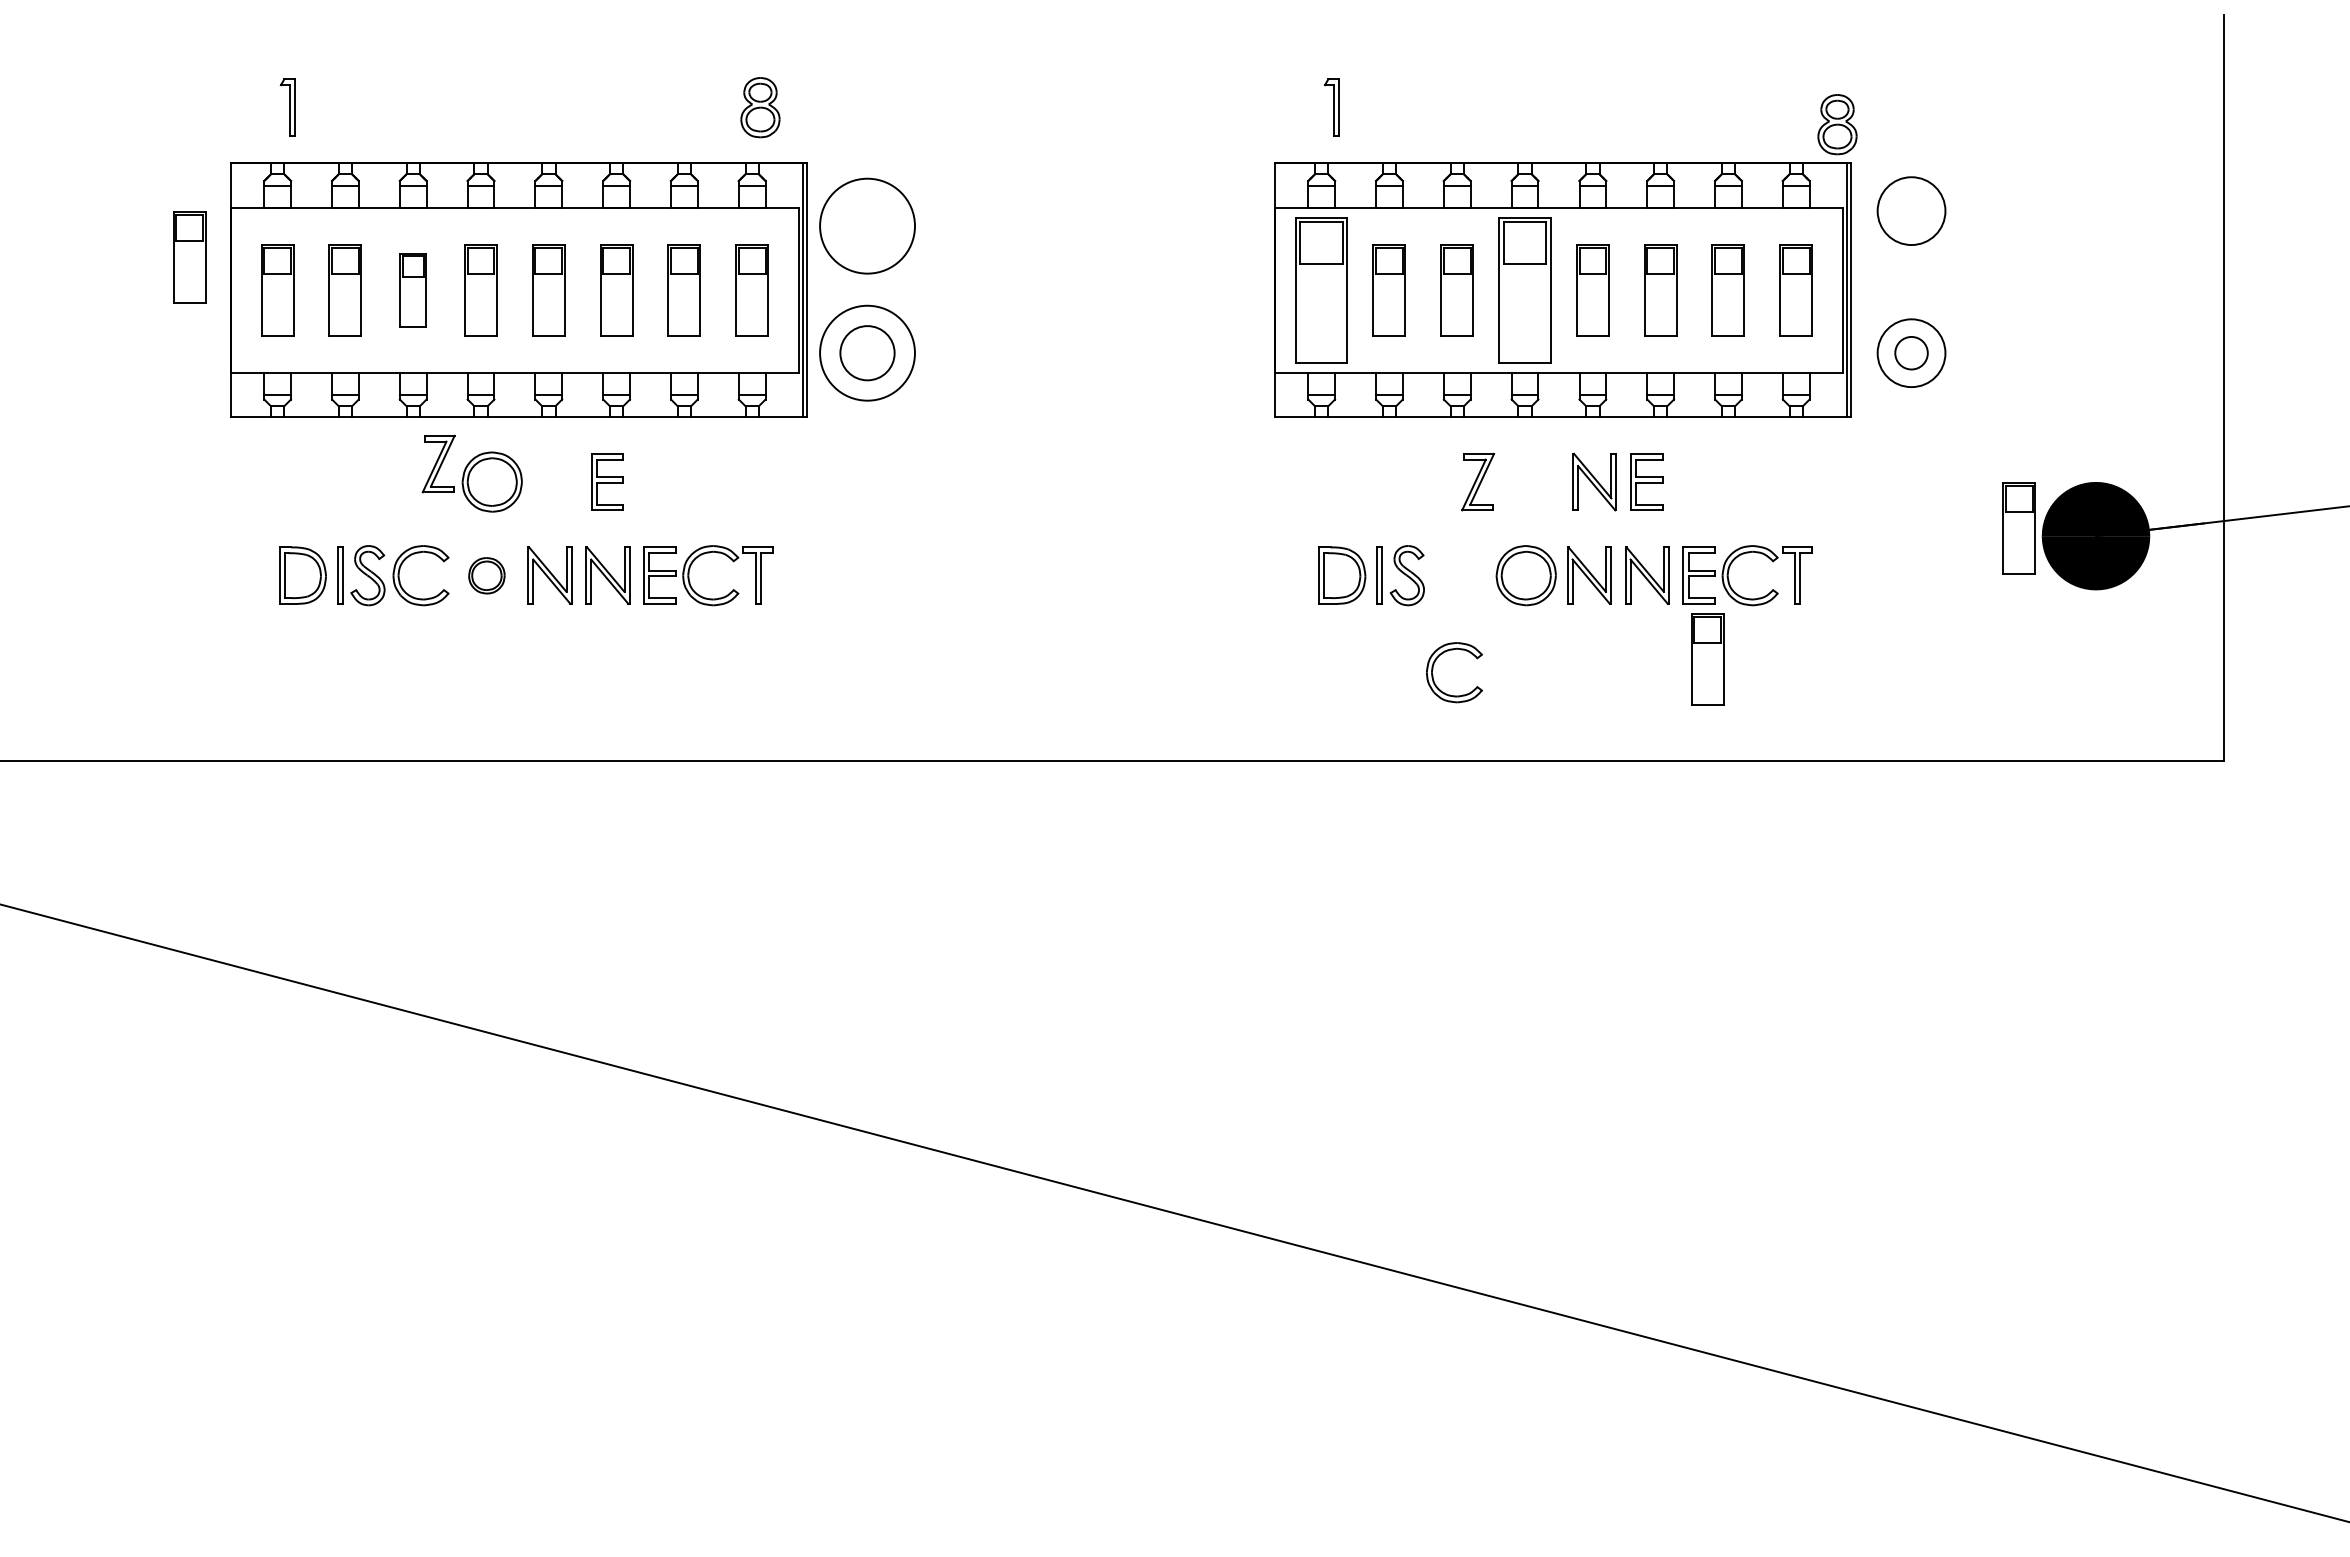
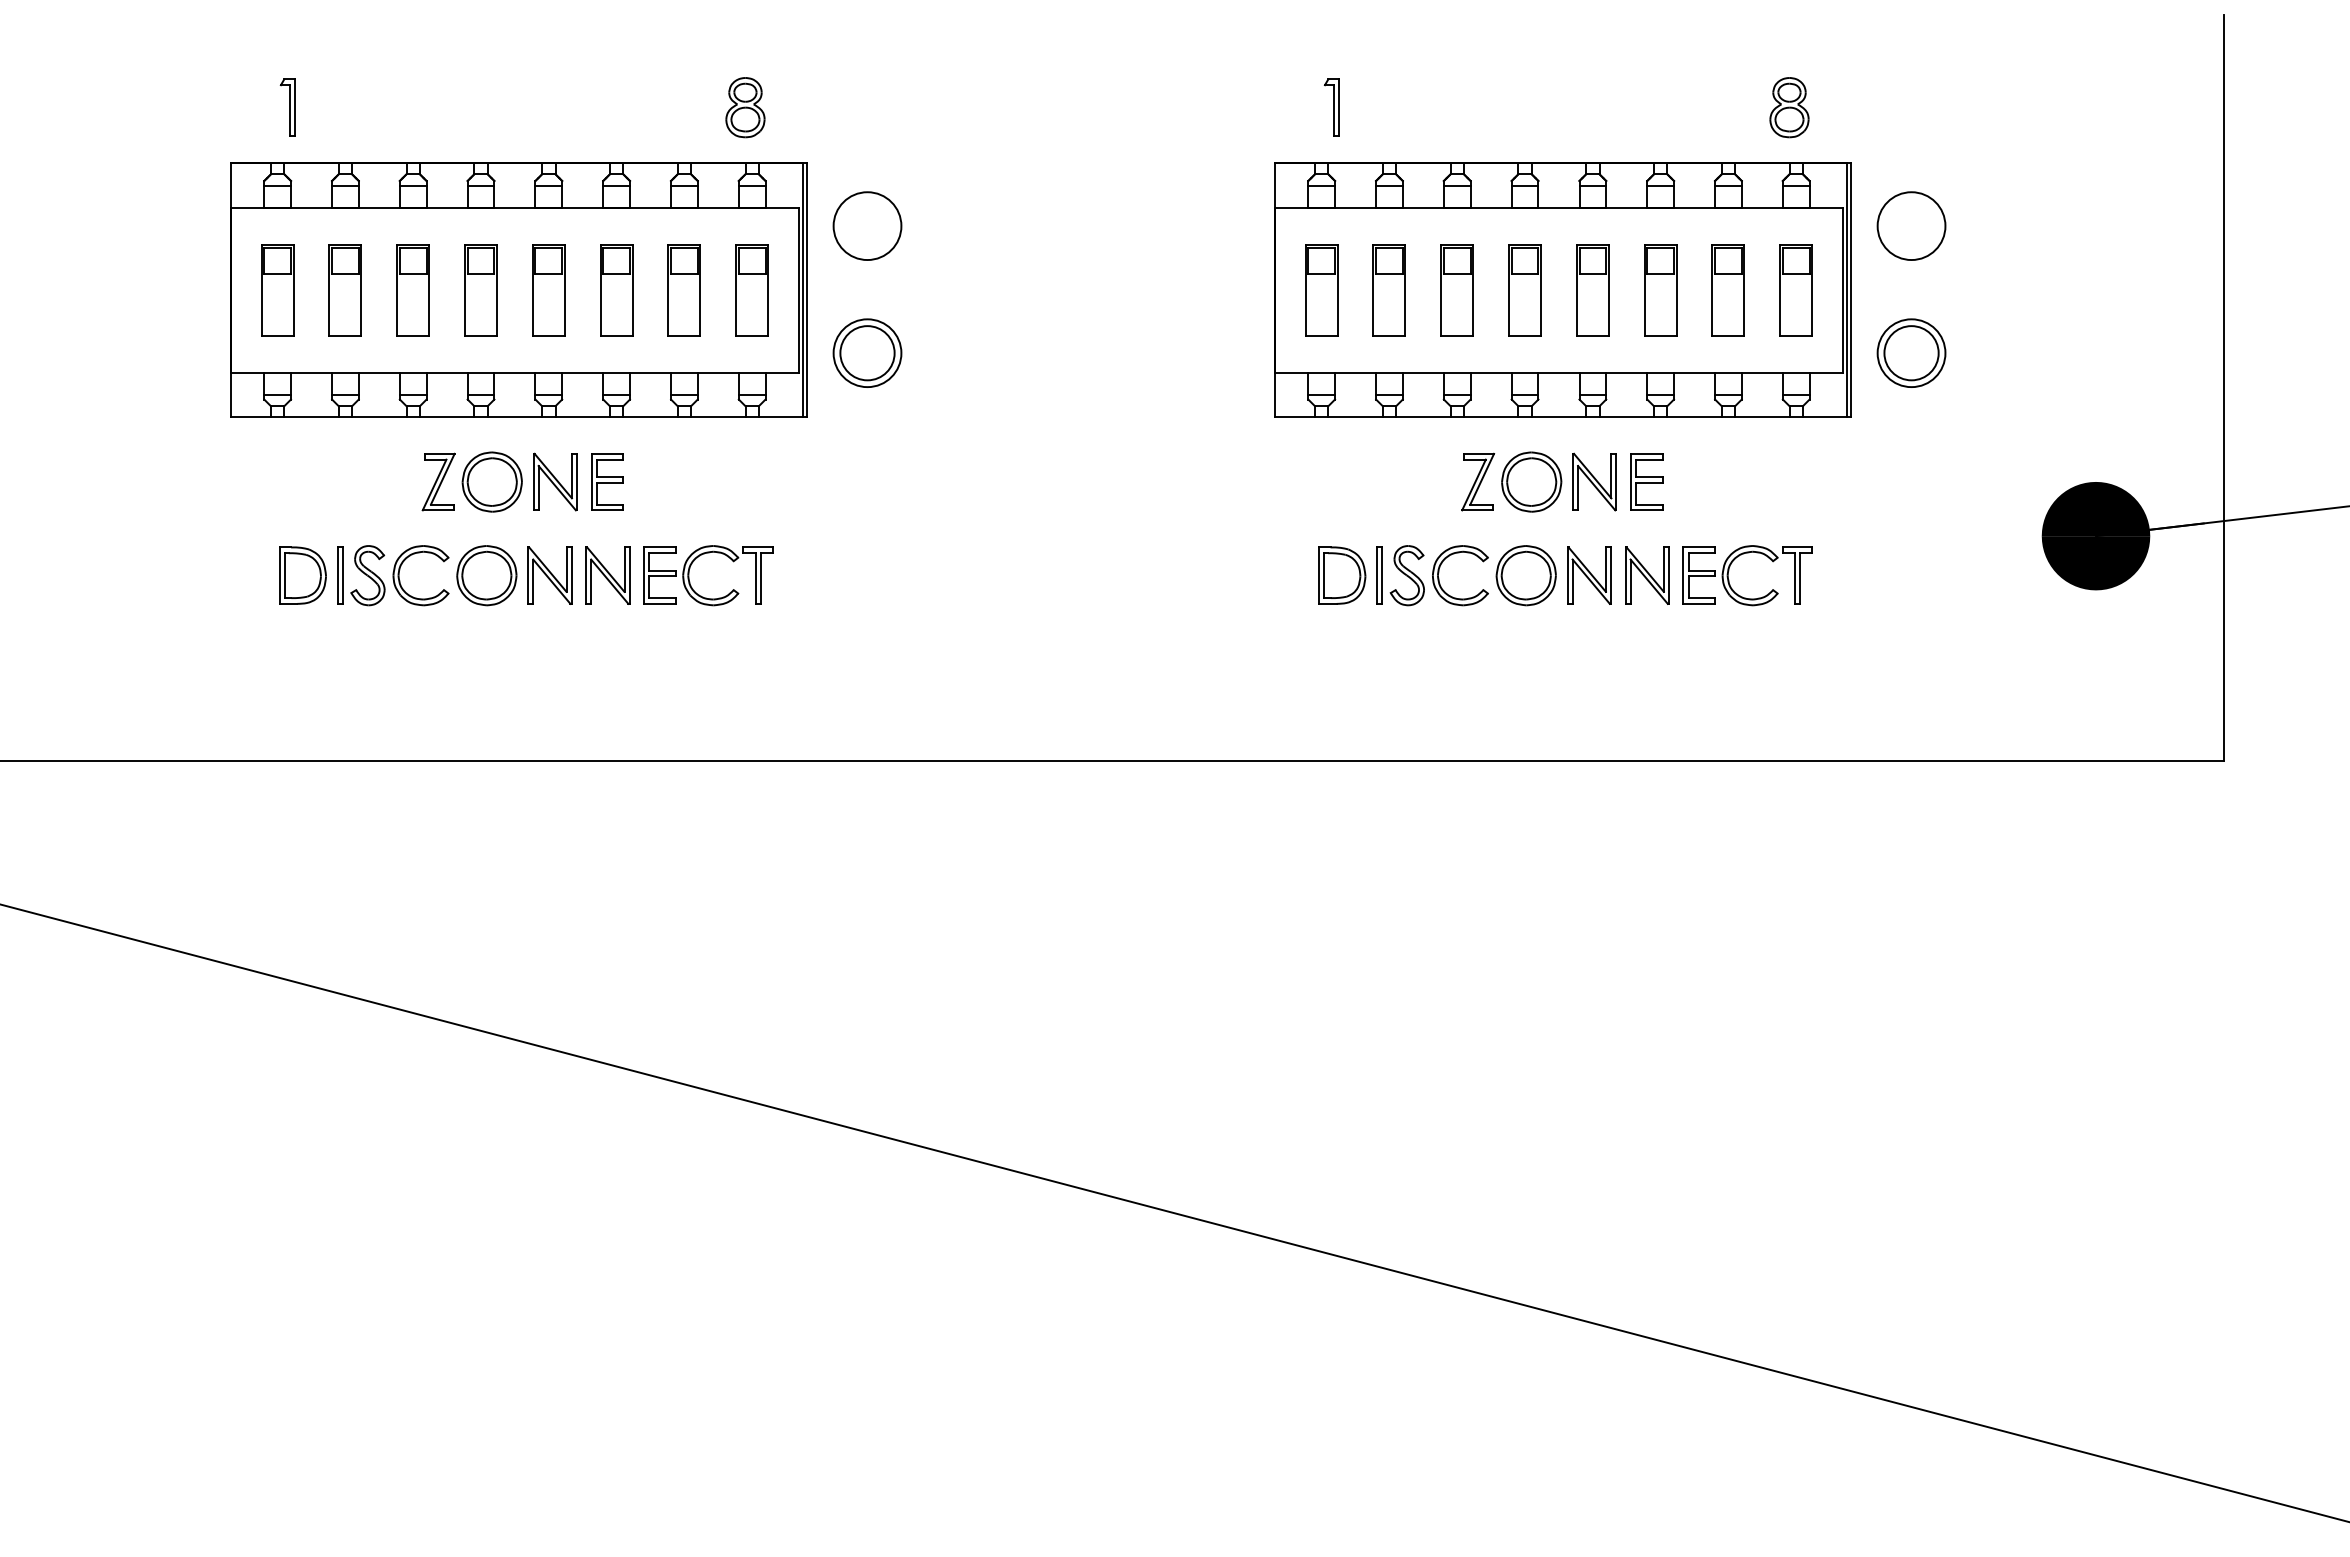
part at (760, 107) position: (760, 107) -> (745, 107)
part at (1837, 124) position: (1837, 124) -> (1789, 107)
circle at (1911, 210) position: (1911, 210) -> (1911, 225)
circle at (867, 225) size: 97x98 px -> 71x70 px
part at (189, 257): present -> none
part at (412, 290) size: 28x75 px -> 34x93 px
part at (1321, 290) size: 53x147 px -> 34x93 px
part at (1524, 290) size: 54x147 px -> 34x93 px
circle at (867, 352) diameter: 95 px -> 68 px
circle at (1911, 352) diameter: 33 px -> 54 px
part at (438, 463) position: (438, 463) -> (438, 481)
part at (555, 481): none -> present
part at (1531, 481): none -> present
part at (2018, 528): present -> none
part at (486, 575) size: 38x38 px -> 62x62 px
part at (1707, 659): present -> none
part at (1433, 669) position: (1433, 669) -> (1439, 572)
